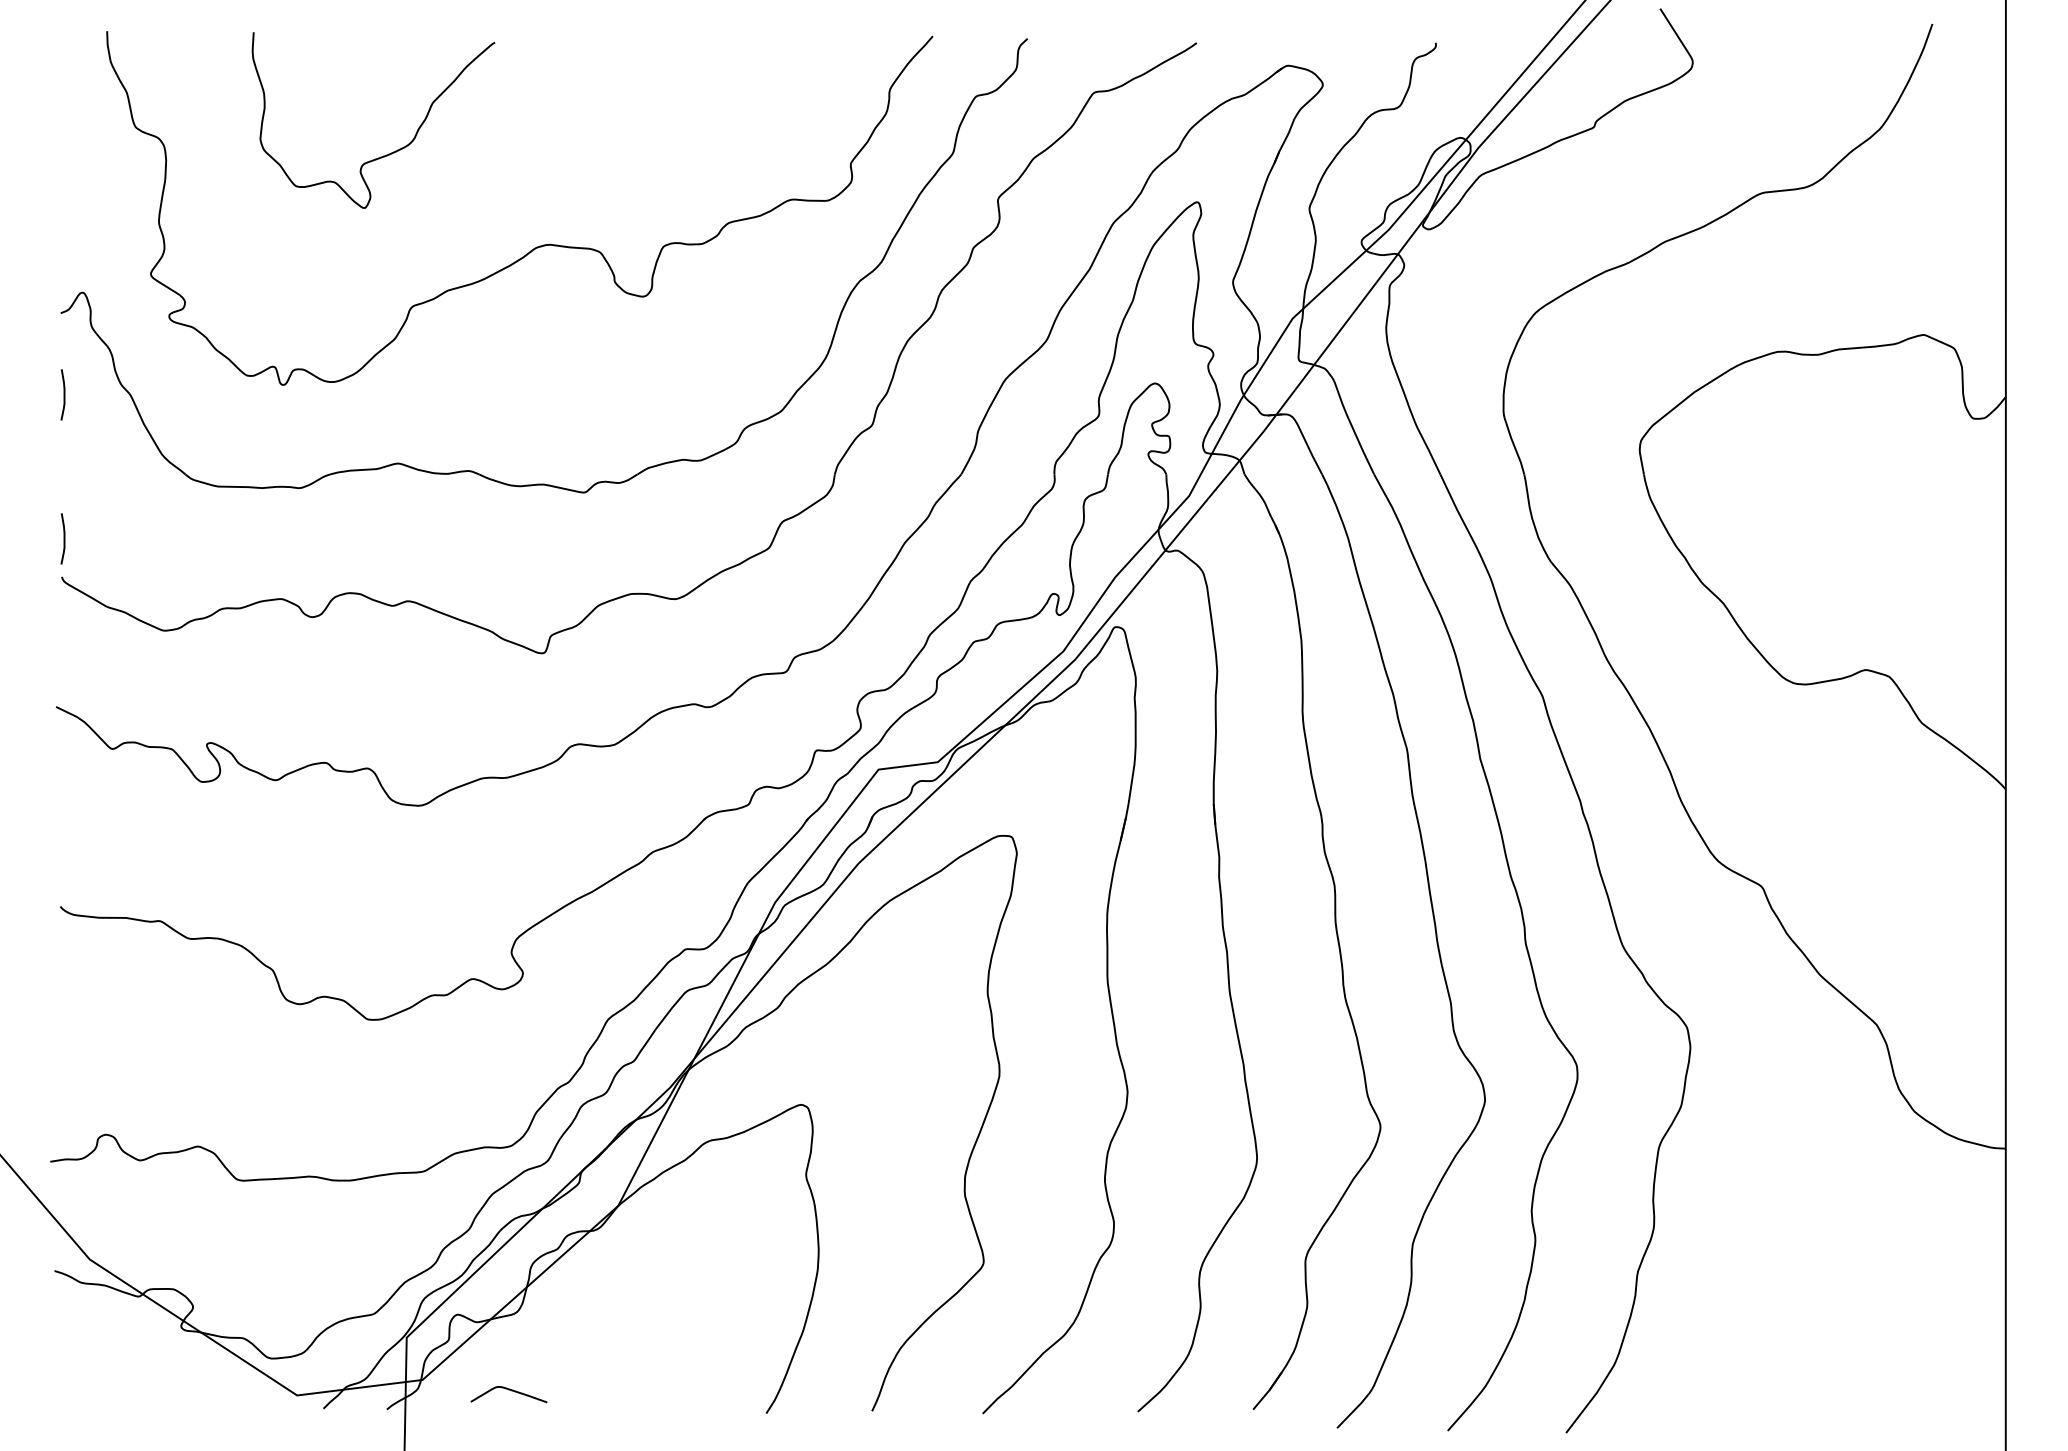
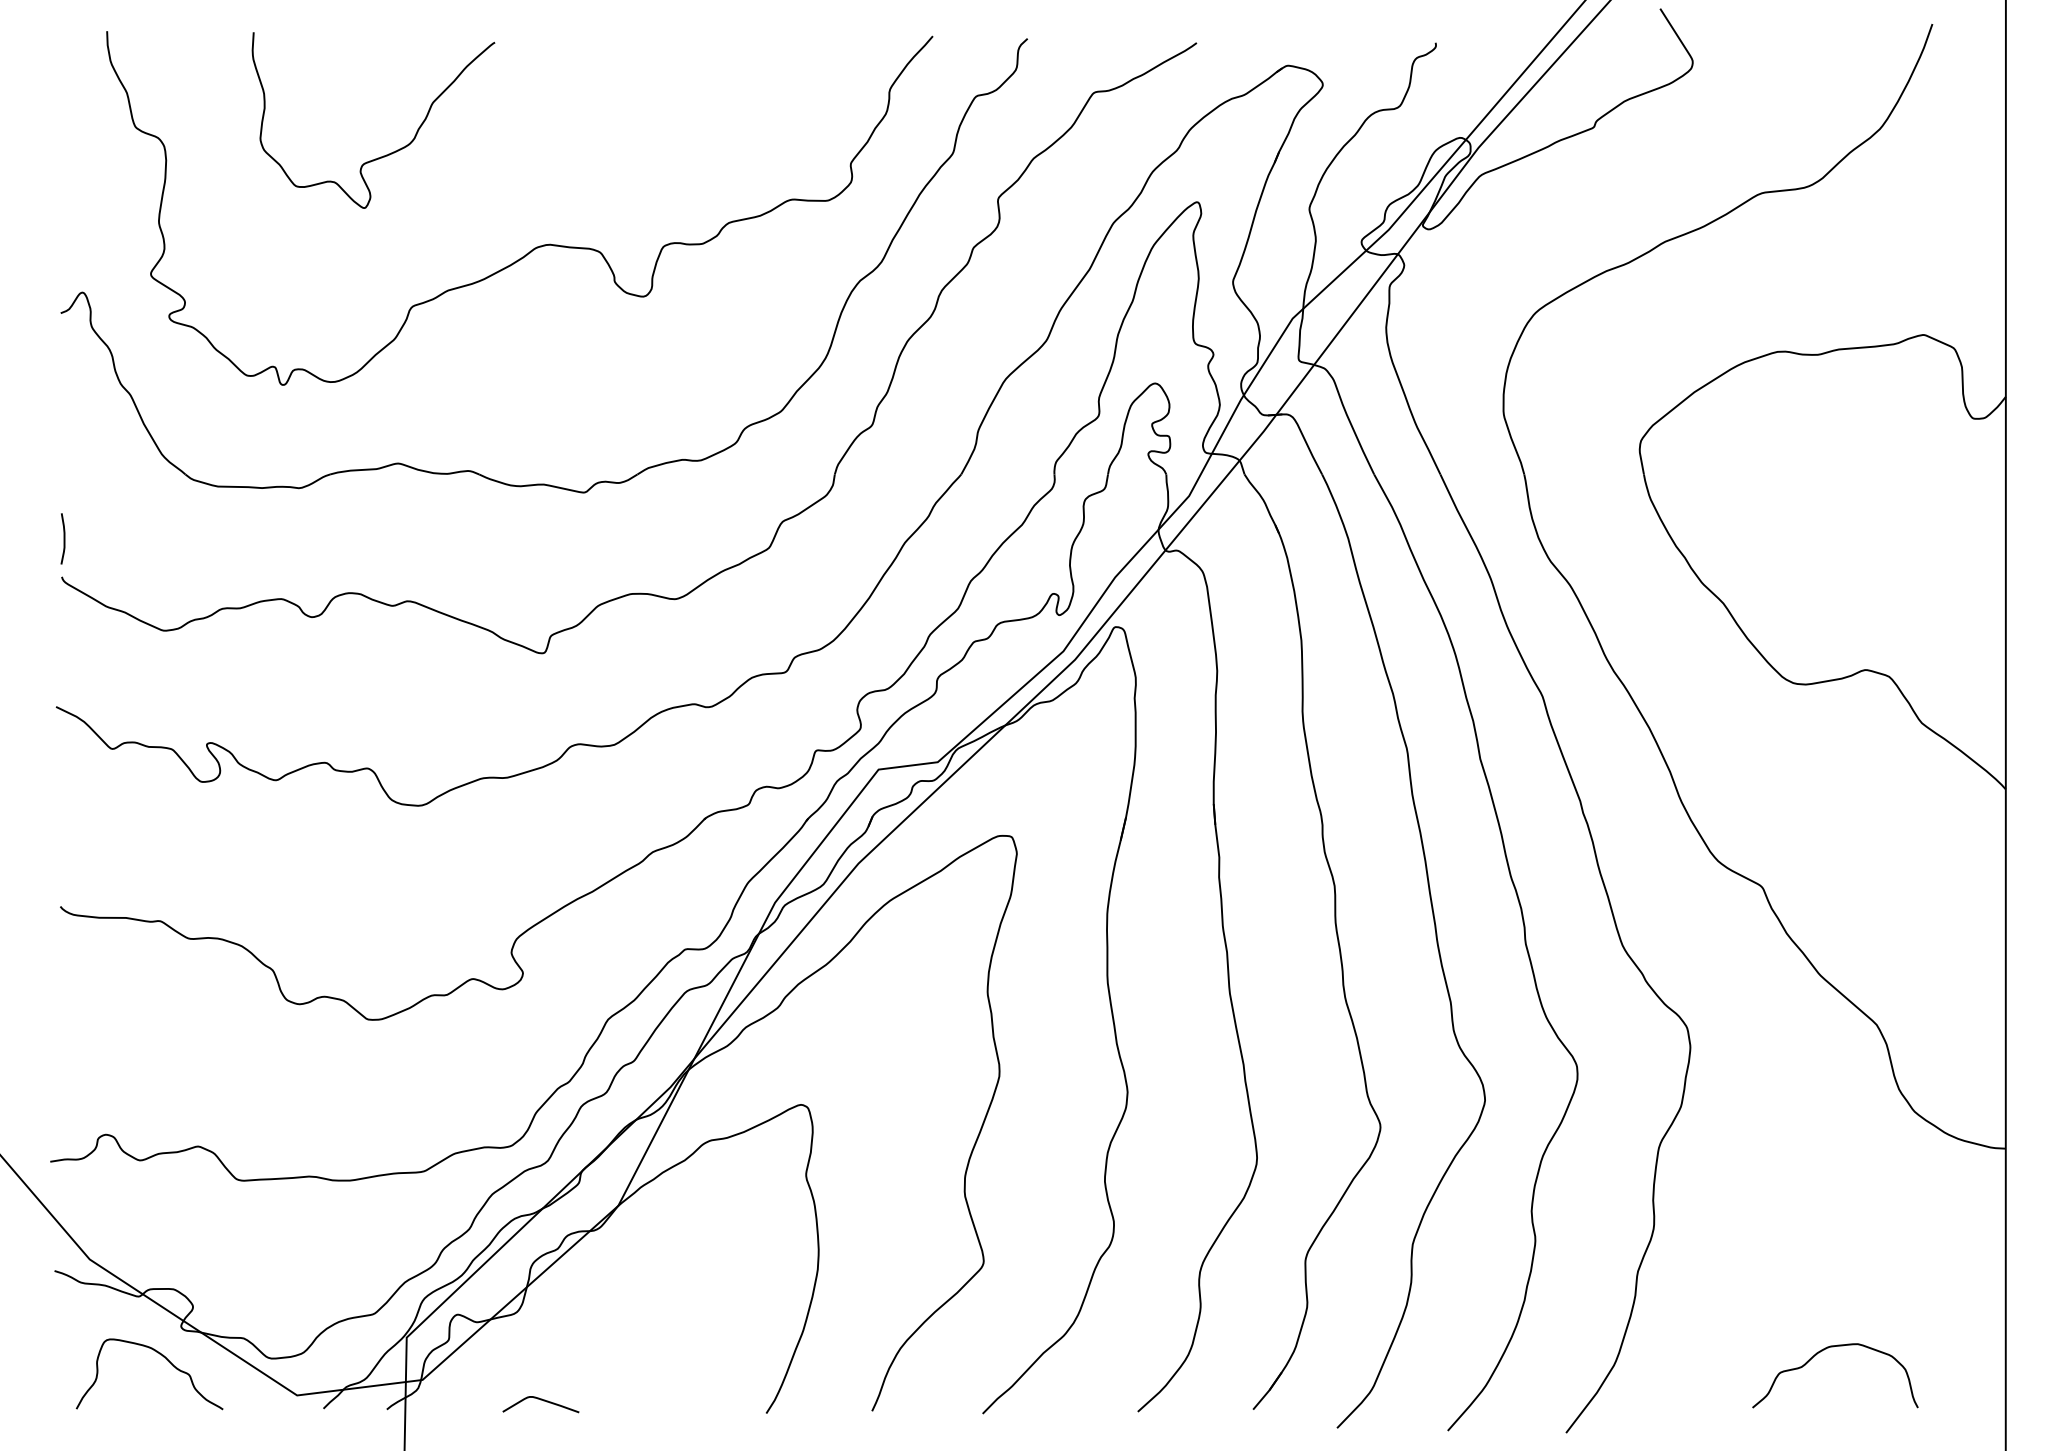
curve at (63, 394): present -> none
curve at (1822, 1351): none -> present
curve at (163, 1357): none -> present
curve at (508, 1390) position: (508, 1390) -> (540, 1400)
